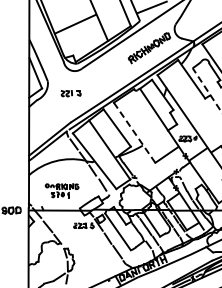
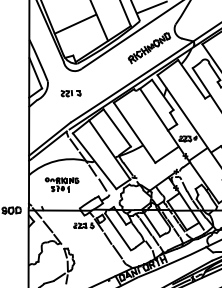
line at (206, 89): dashed -> solid
line at (134, 132): dashed -> solid
part at (61, 190) position: (61, 190) -> (61, 184)
